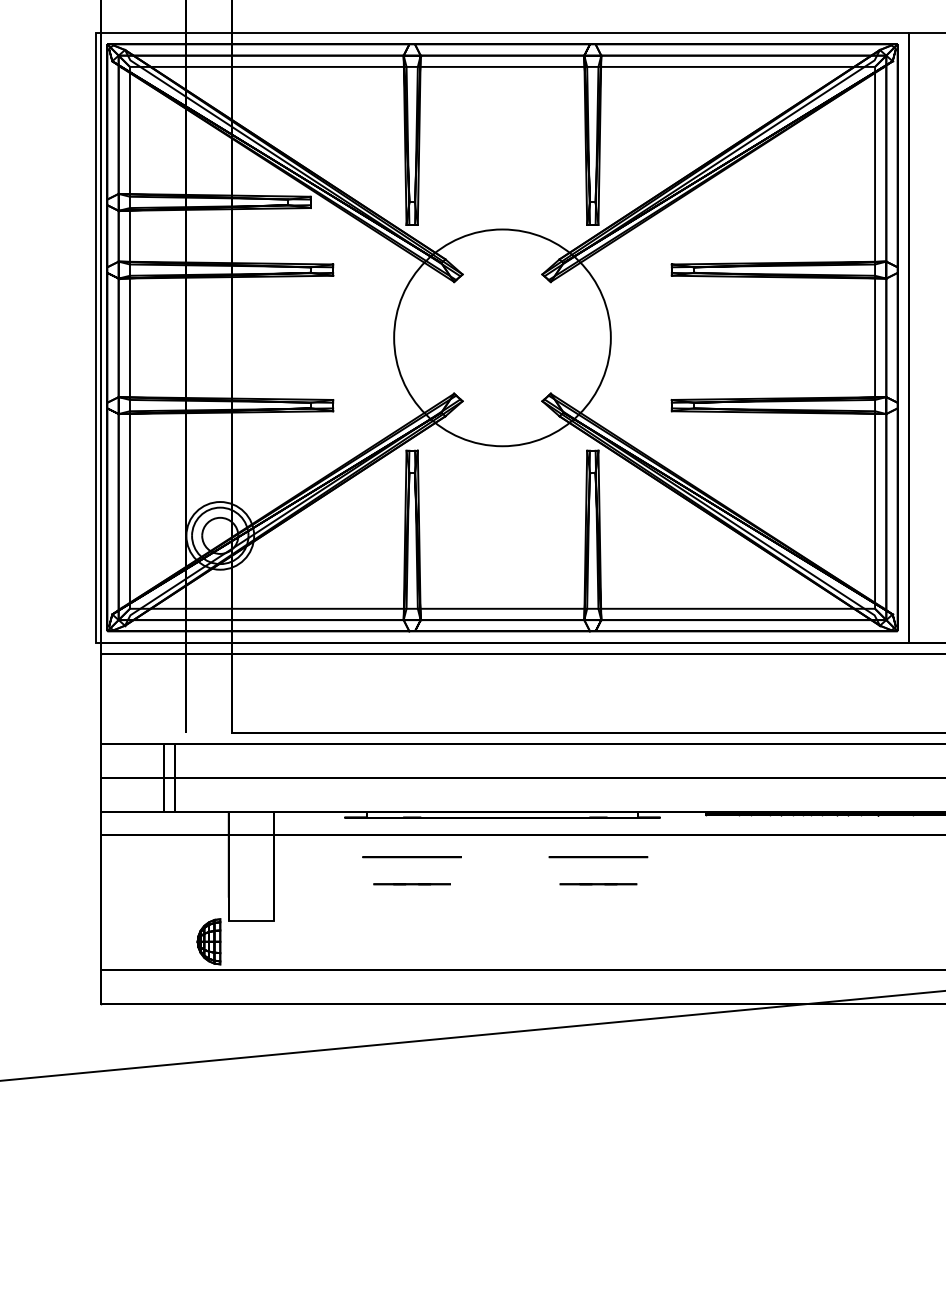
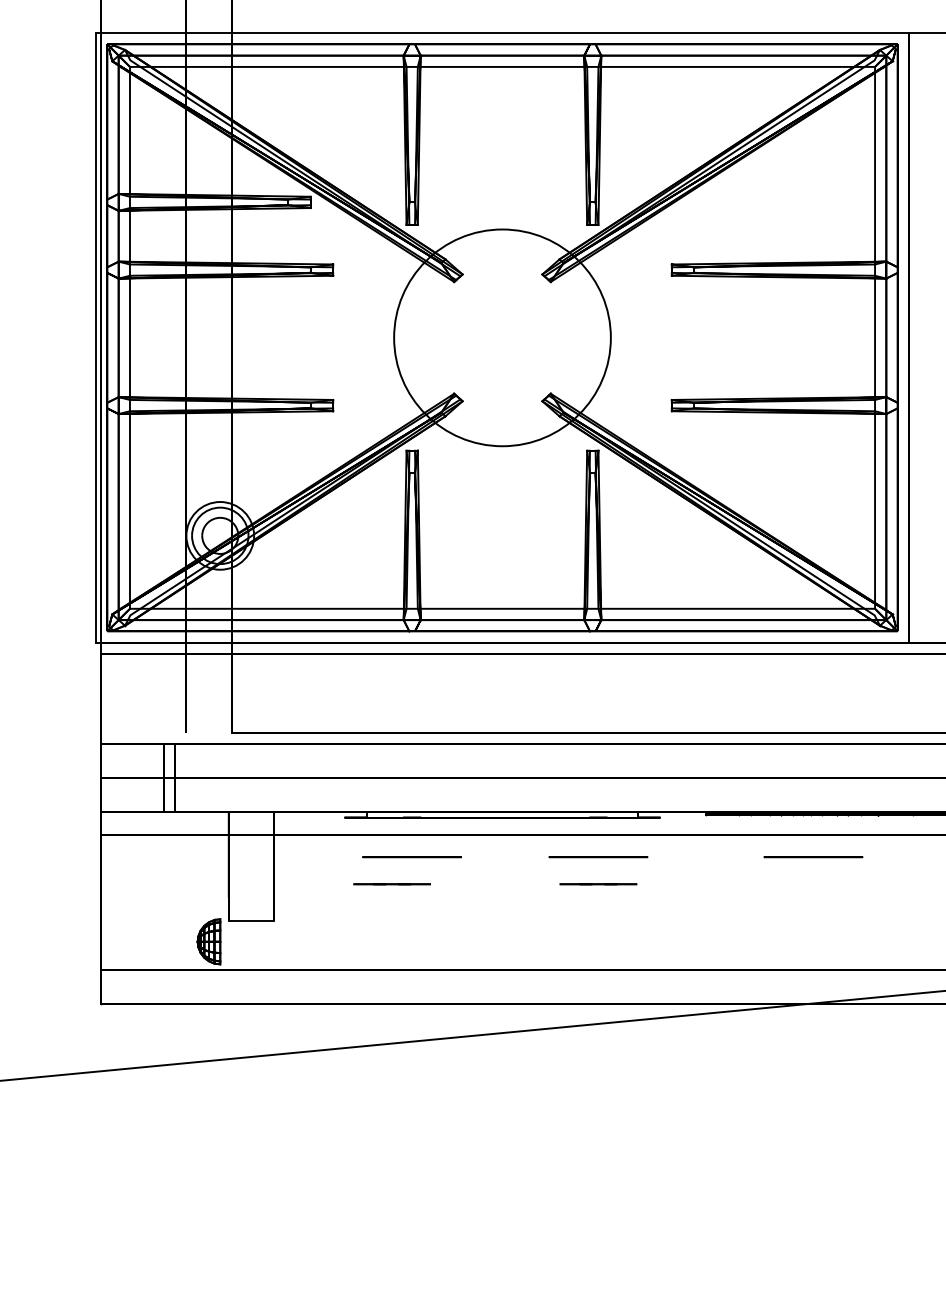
circle at (813, 857): none -> present
line at (411, 884) position: (411, 884) -> (391, 884)
